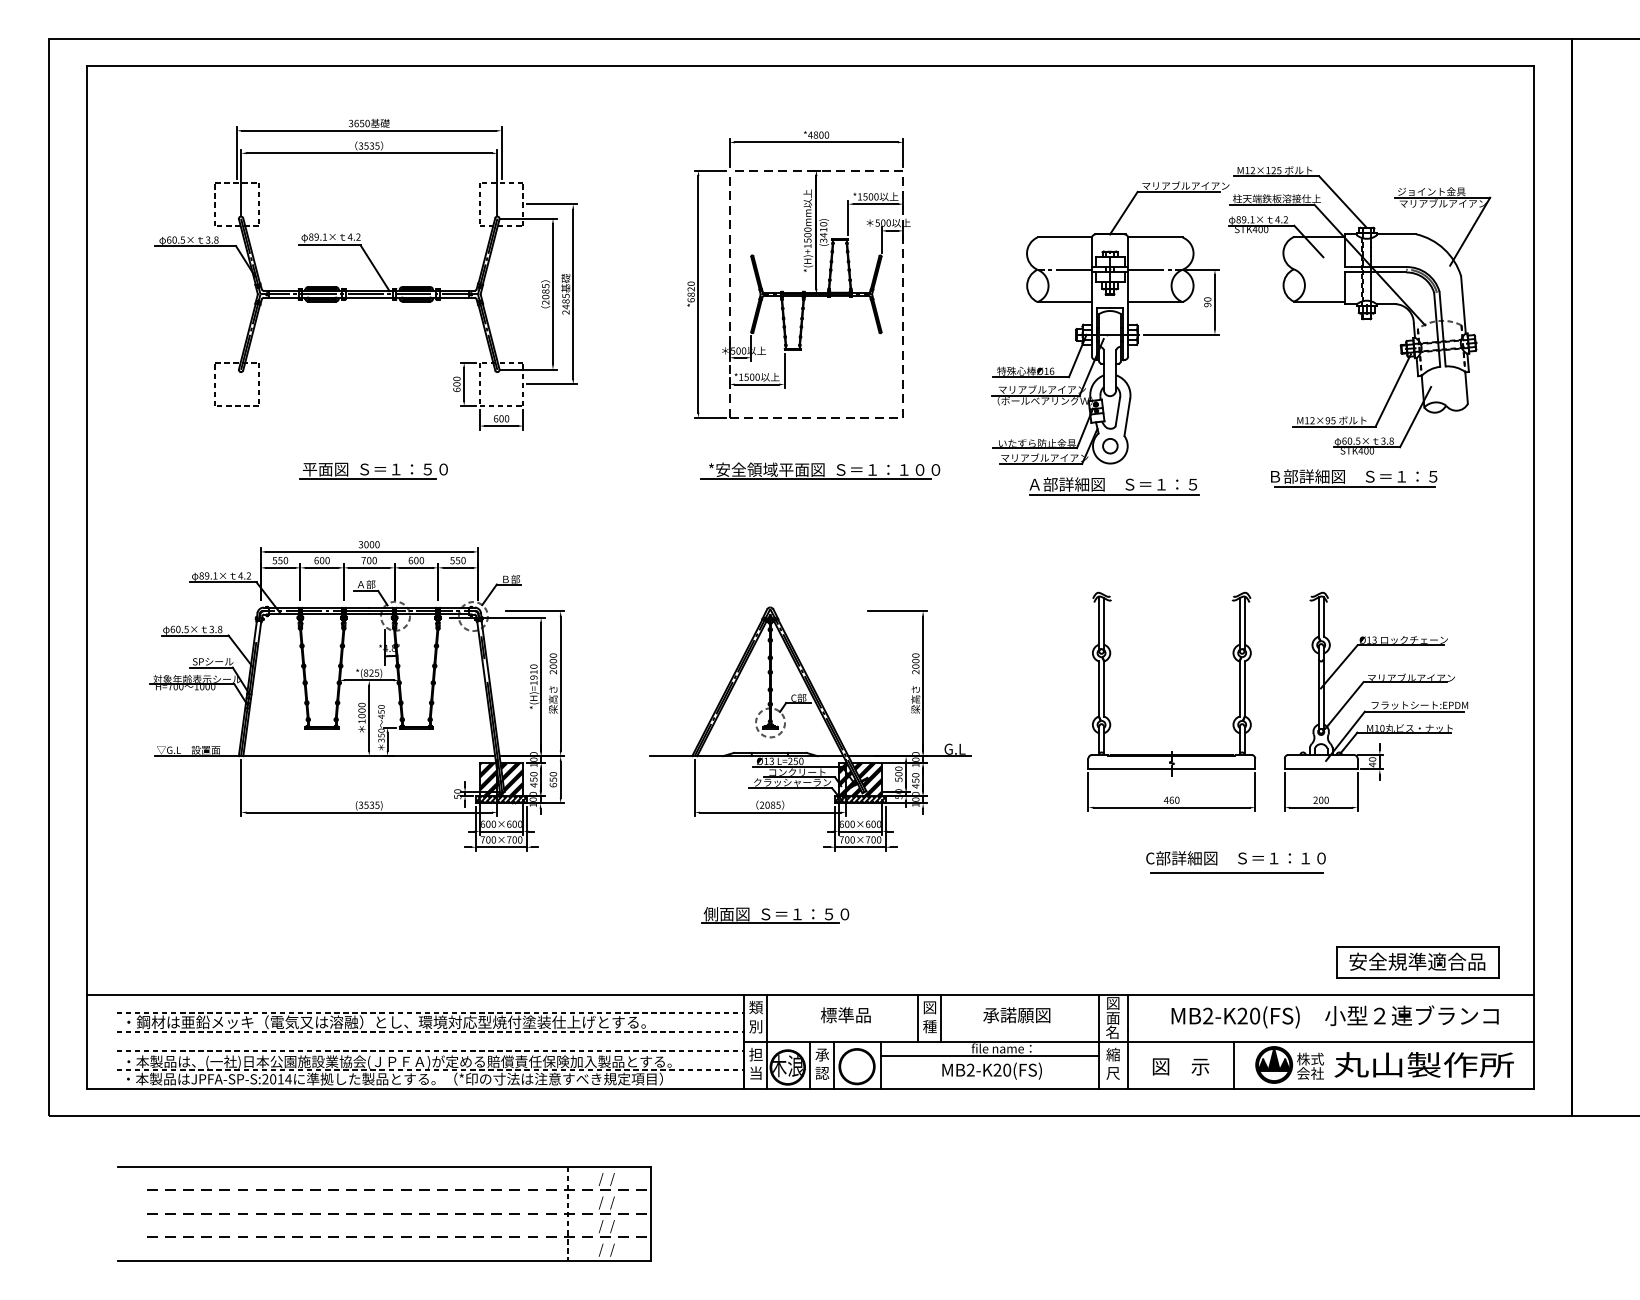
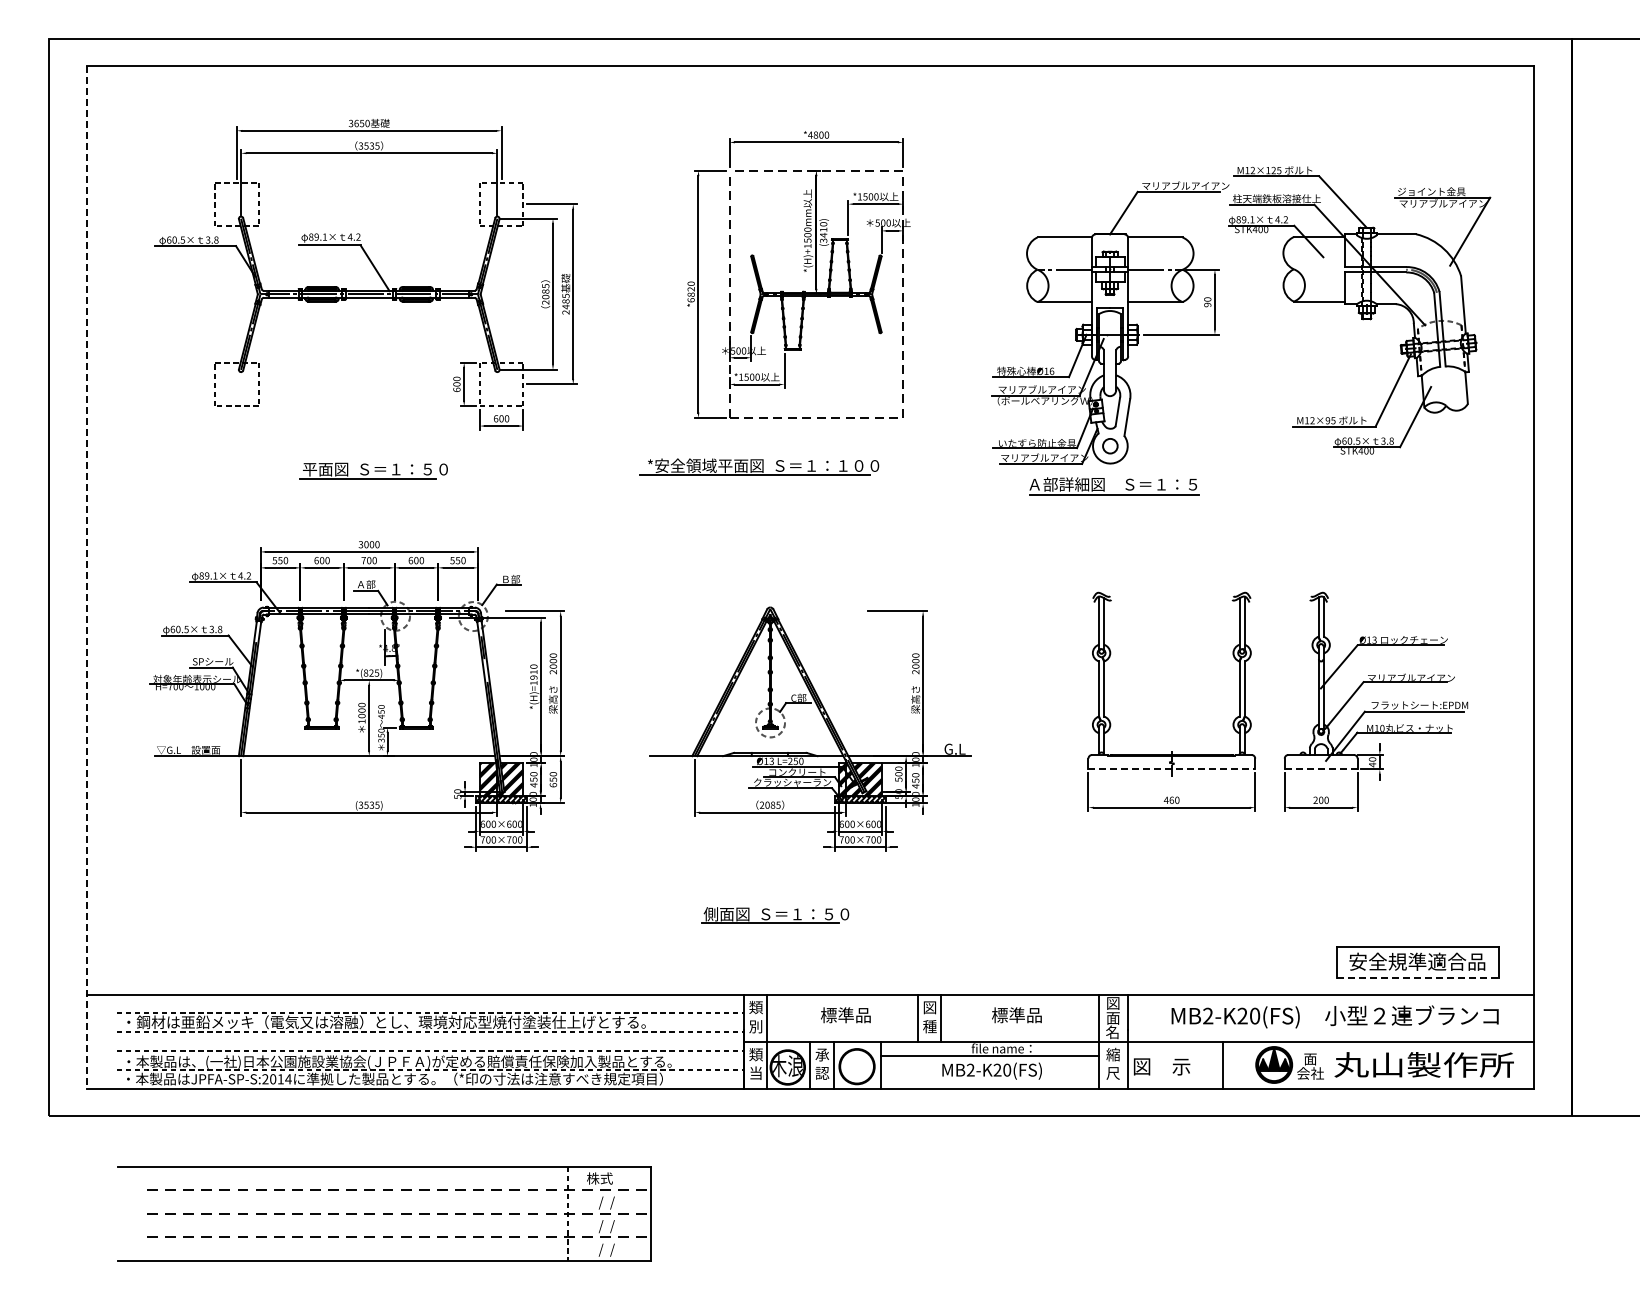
part at (820, 470) position: (820, 470) -> (759, 466)
part at (1354, 486): present -> none
line at (87, 577): solid -> dashed
line at (1172, 769): solid -> dashed
line at (1321, 769): solid -> dashed
part at (1235, 862): present -> none
line at (1418, 977): solid -> dashed
text at (1016, 1015): 承諾願図 -> 標準品
text at (755, 1054): 担 -> 類
text at (1310, 1058): 株式 -> 面
line at (1233, 1064) position: (1233, 1064) -> (1222, 1064)
text at (1181, 1066) position: (1181, 1066) -> (1162, 1066)
text at (600, 1179): /  / -> 株式
